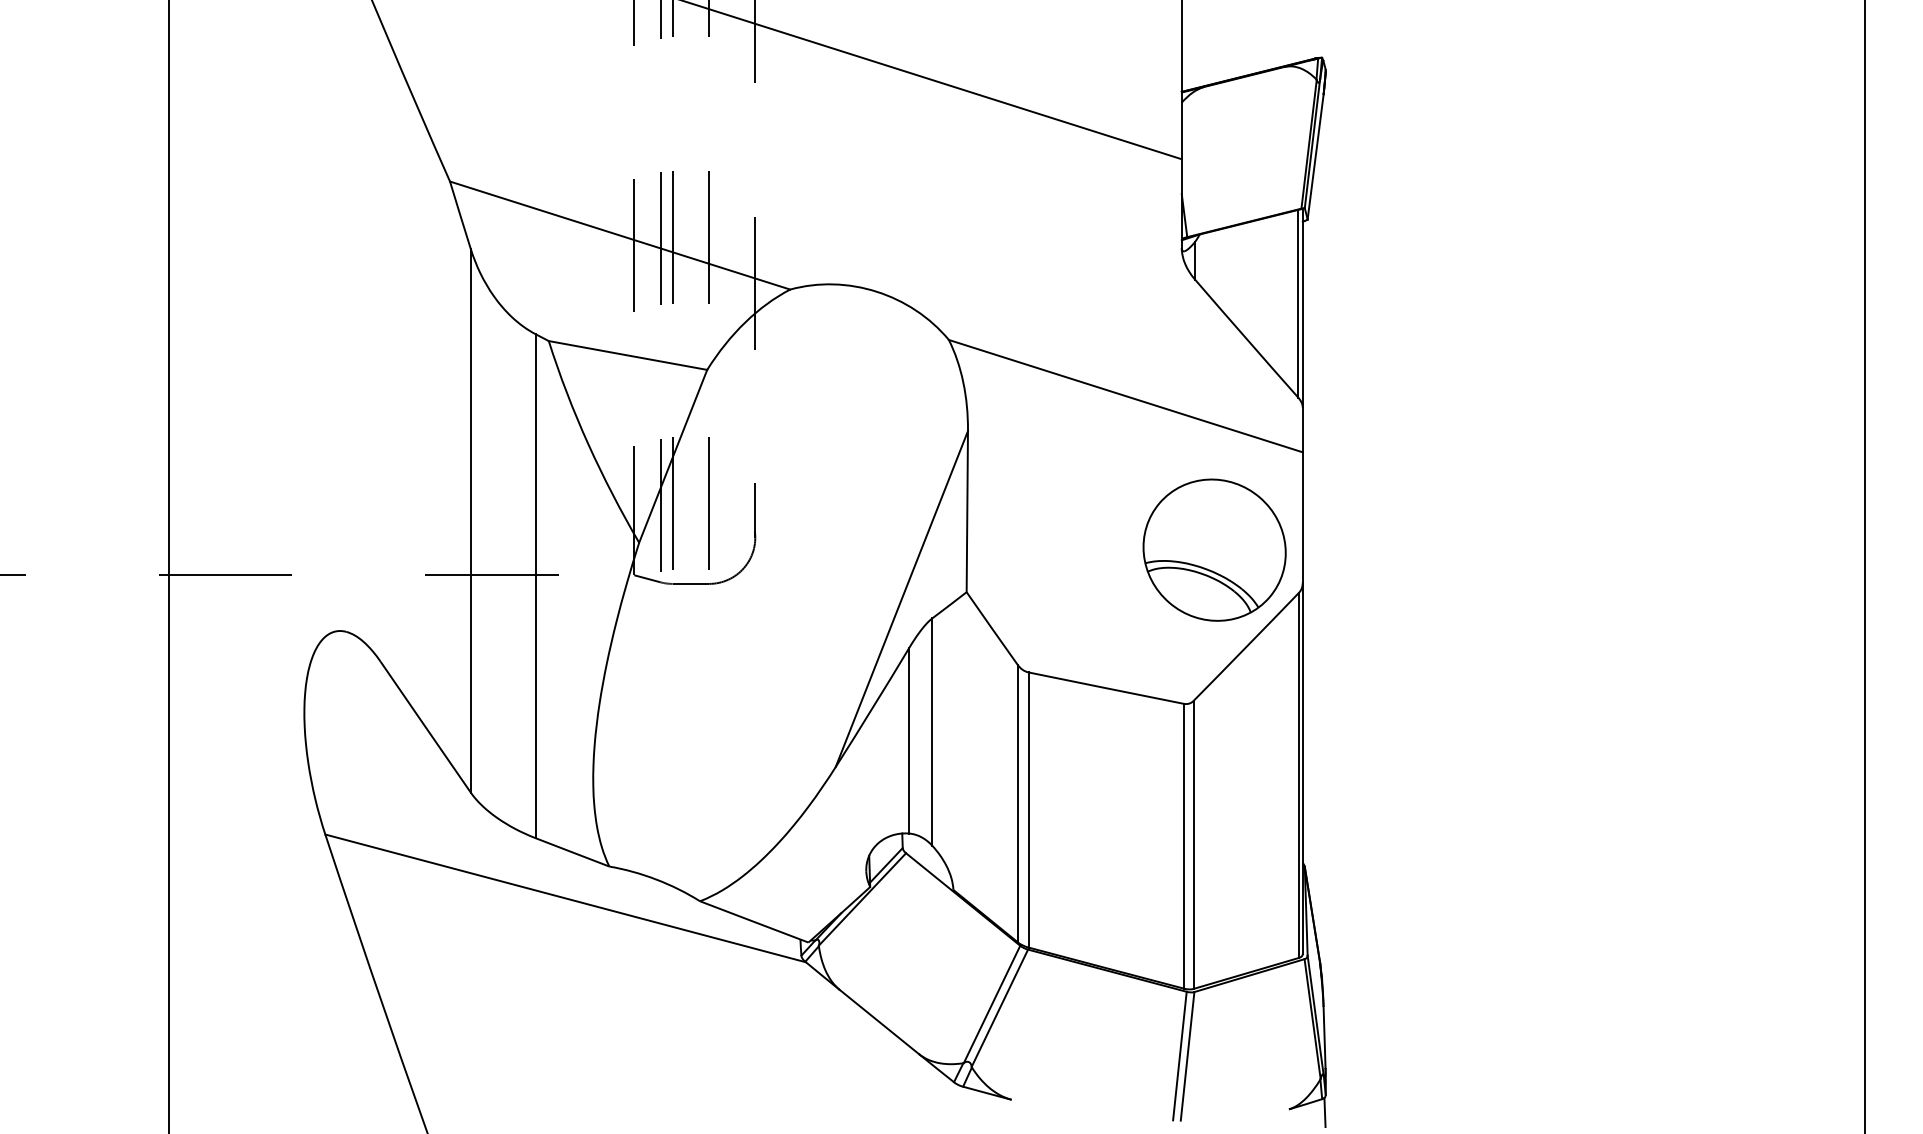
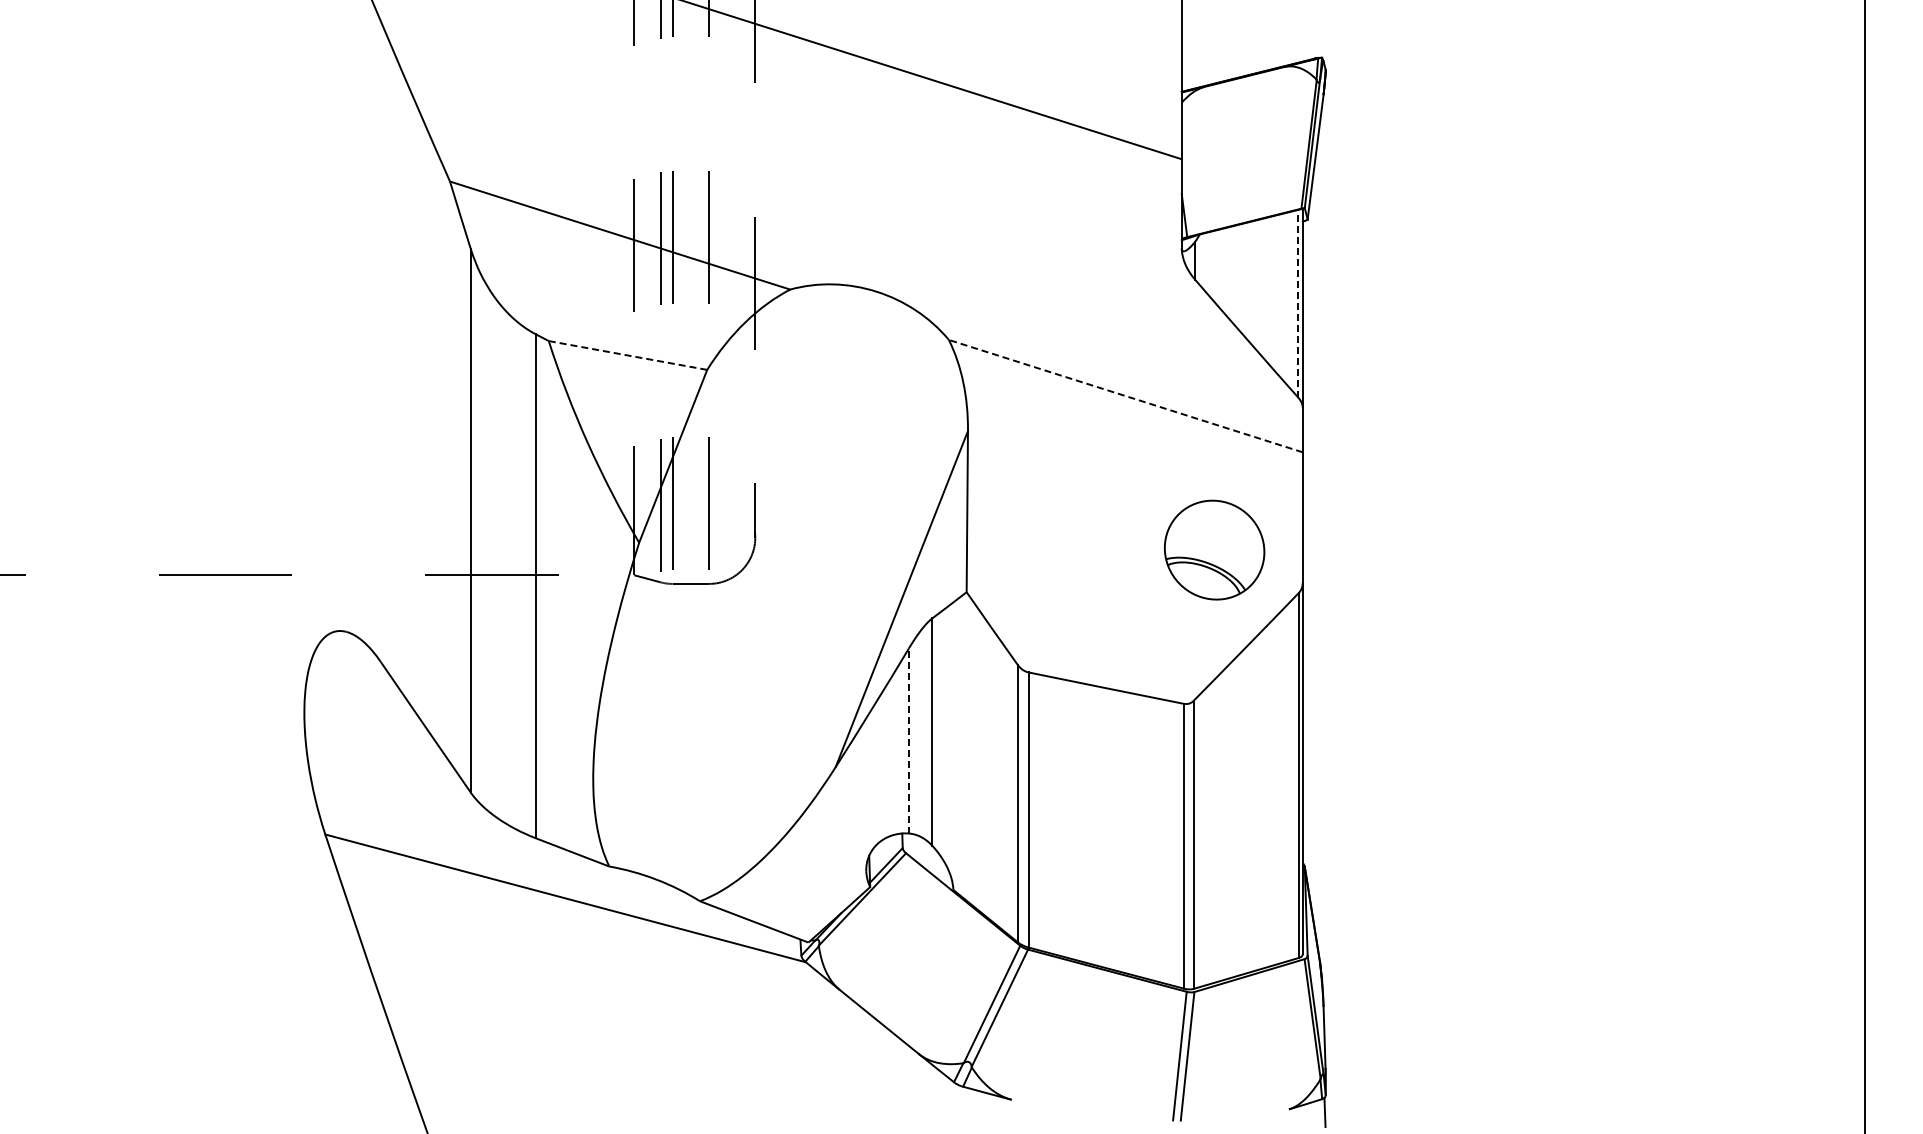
line at (1298, 303): solid -> dashed
line at (628, 355): solid -> dashed
line at (1125, 396): solid -> dashed
part at (1214, 549) size: 145x144 px -> 102x102 px
line at (168, 566): present -> none
line at (908, 740): solid -> dashed
